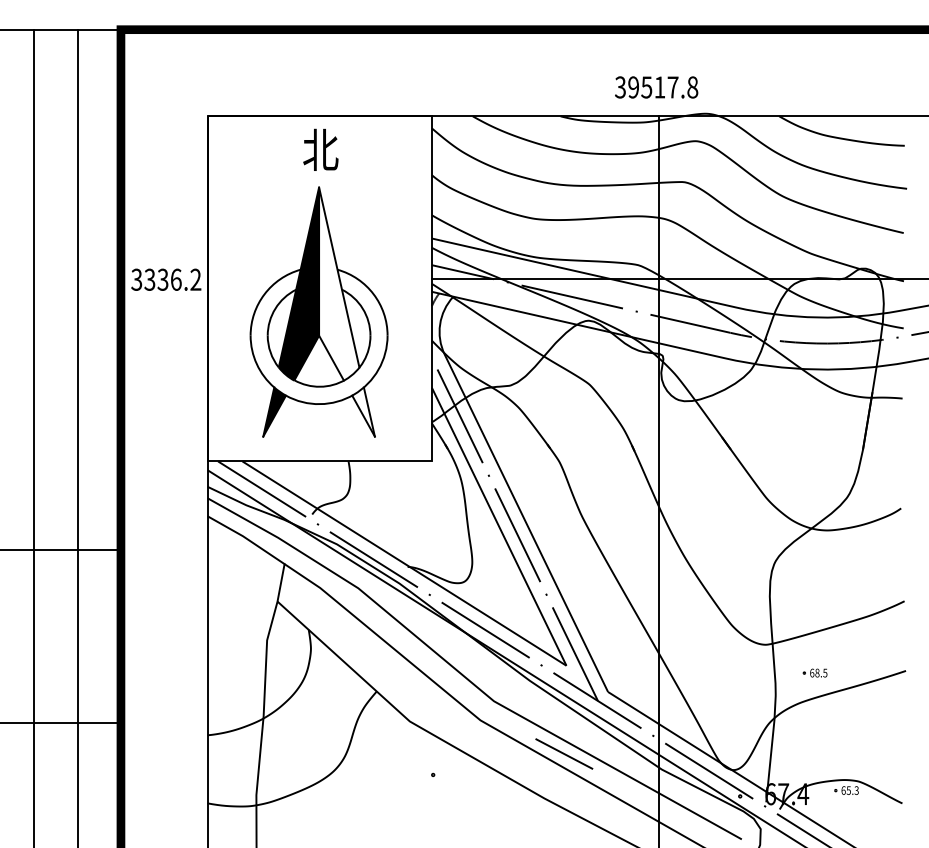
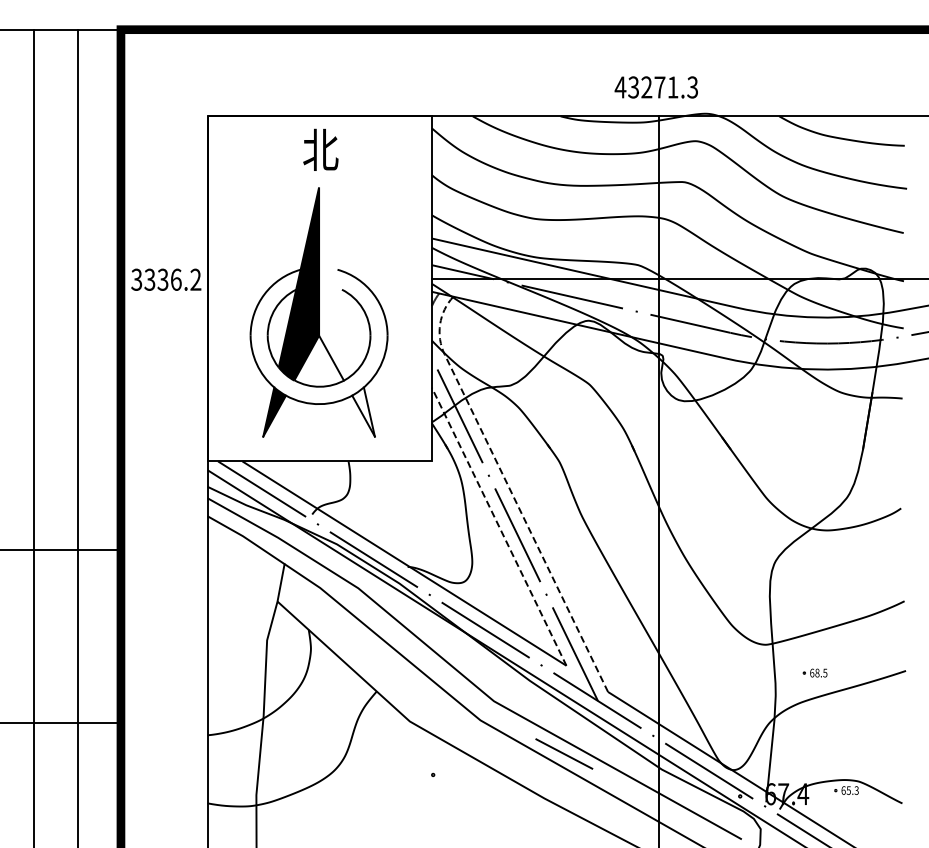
text at (656, 87): 39517.8 -> 43271.3
line at (339, 277): present -> none
line at (508, 486): solid -> dashed
line at (498, 526): solid -> dashed
